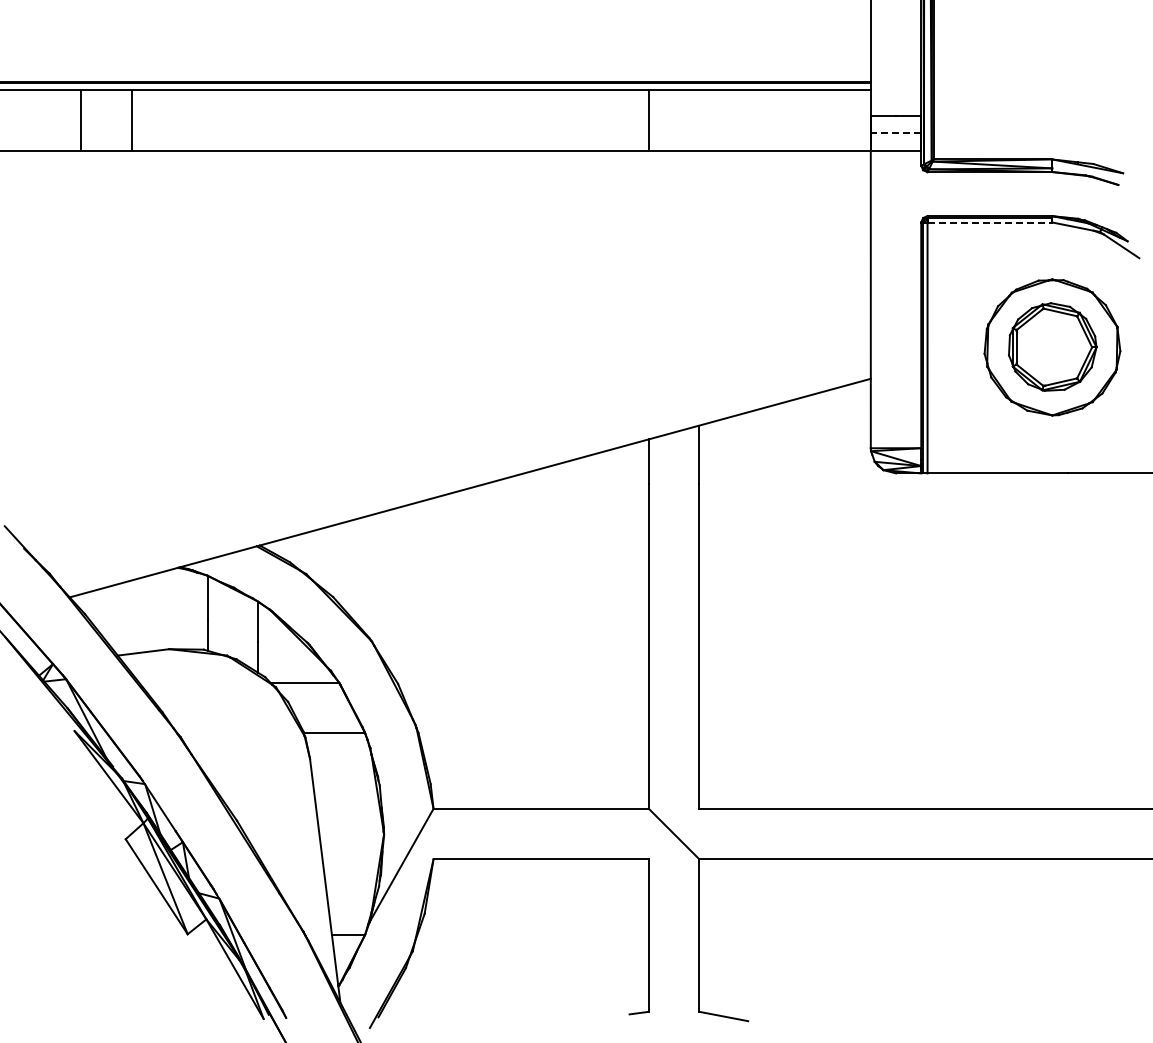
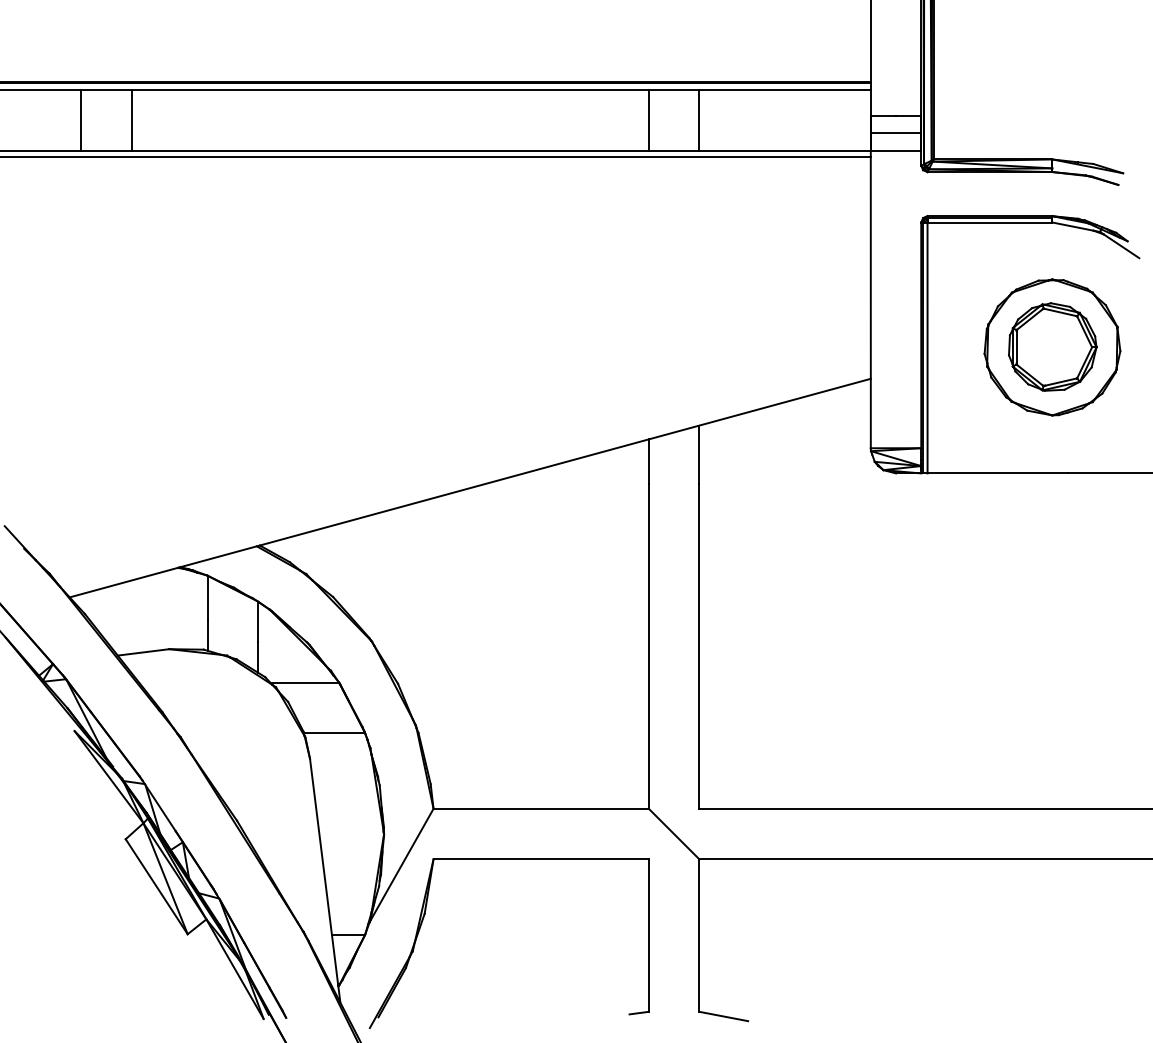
line at (699, 120): none -> present
line at (895, 133): dashed -> solid
line at (436, 156): none -> present
line at (990, 222): dashed -> solid
